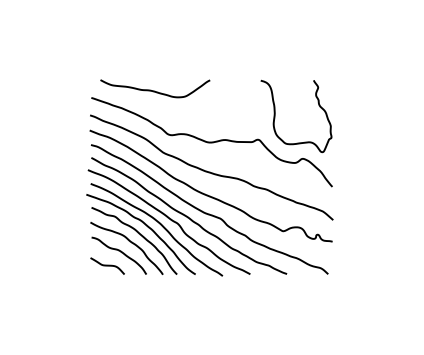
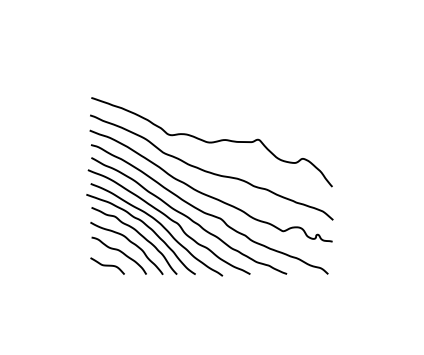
curve at (154, 90): present -> none
curve at (275, 116): present -> none
